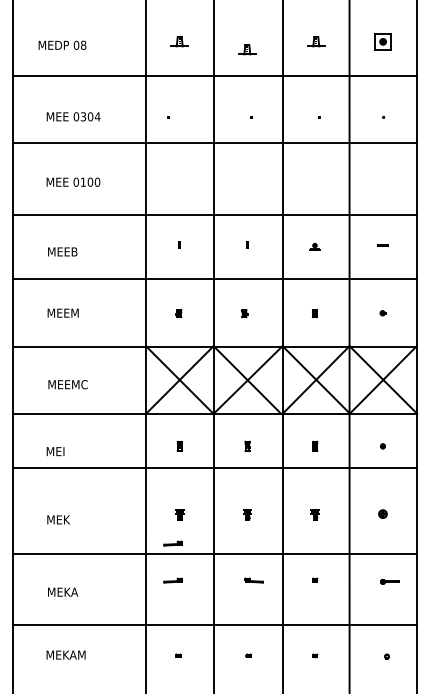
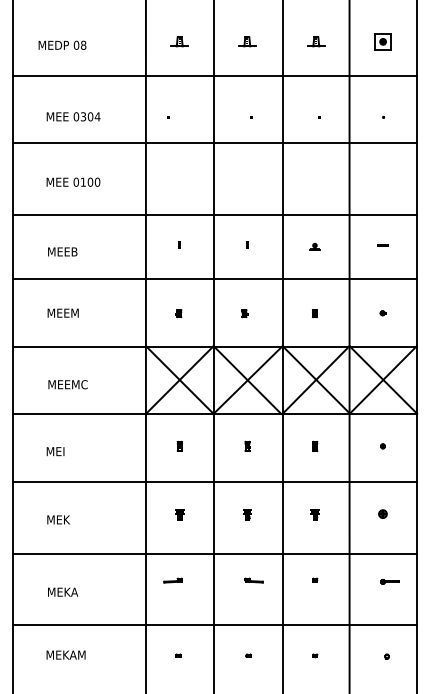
part at (247, 49) position: (247, 49) -> (247, 41)
line at (214, 468) position: (214, 468) -> (214, 482)
part at (172, 543): present -> none
